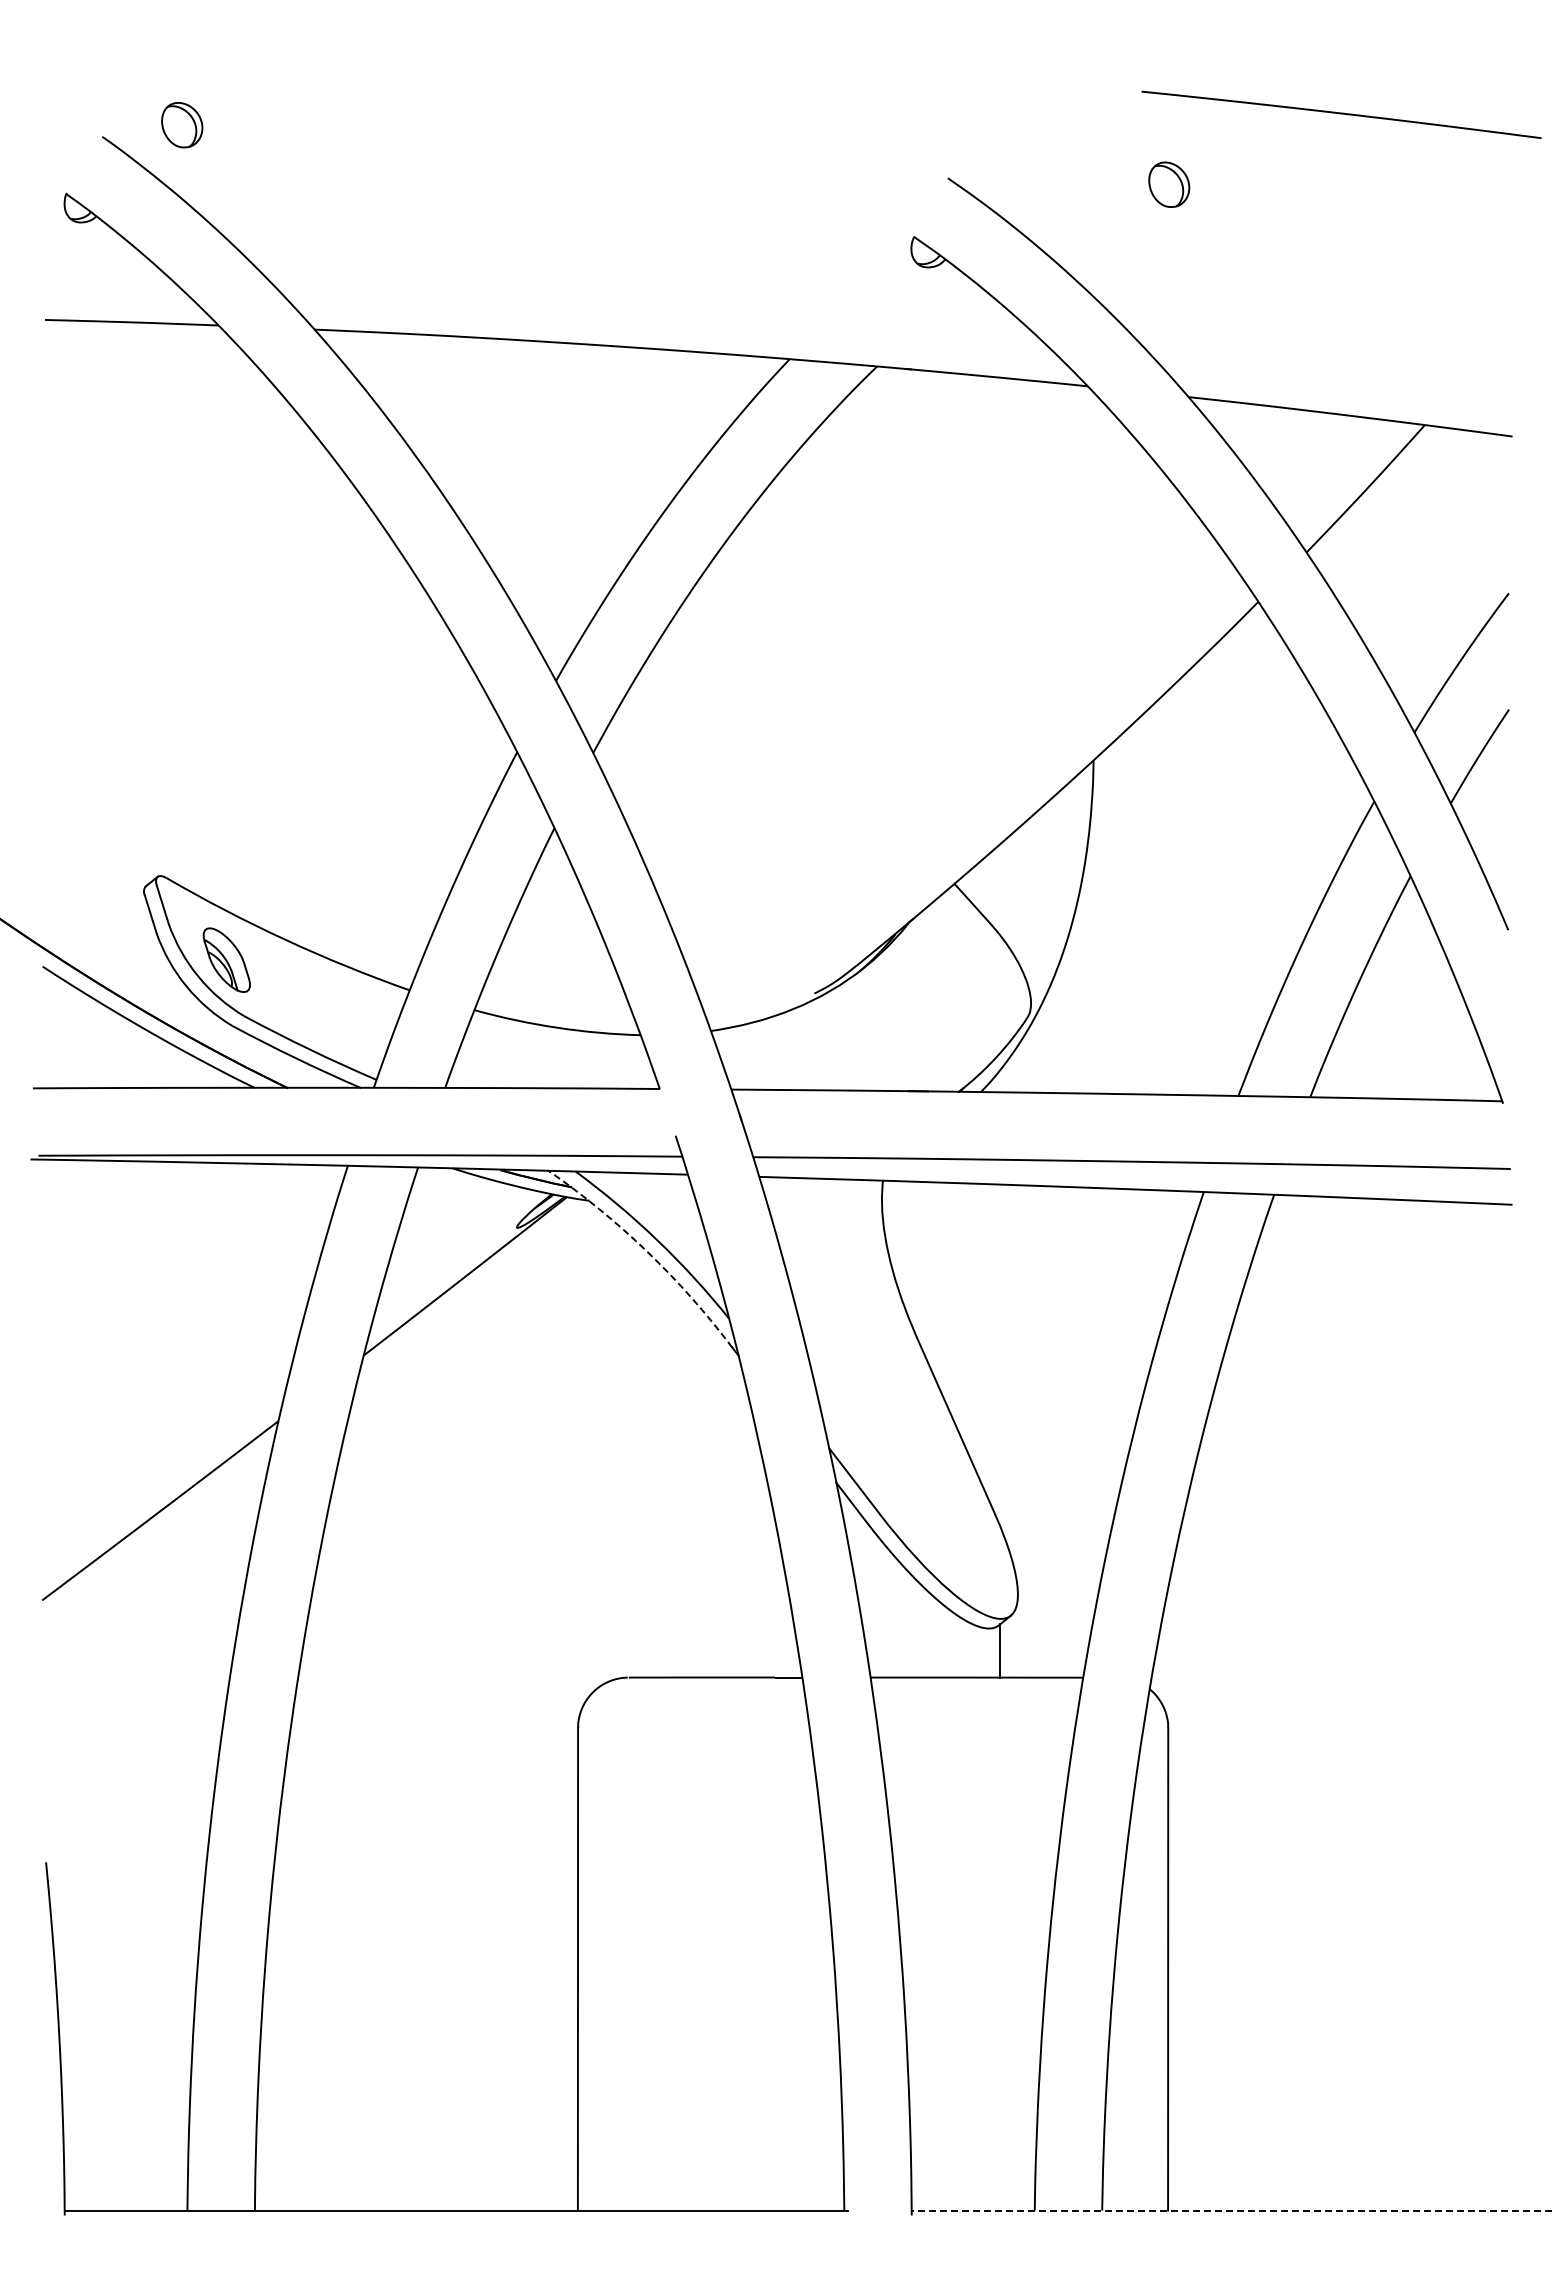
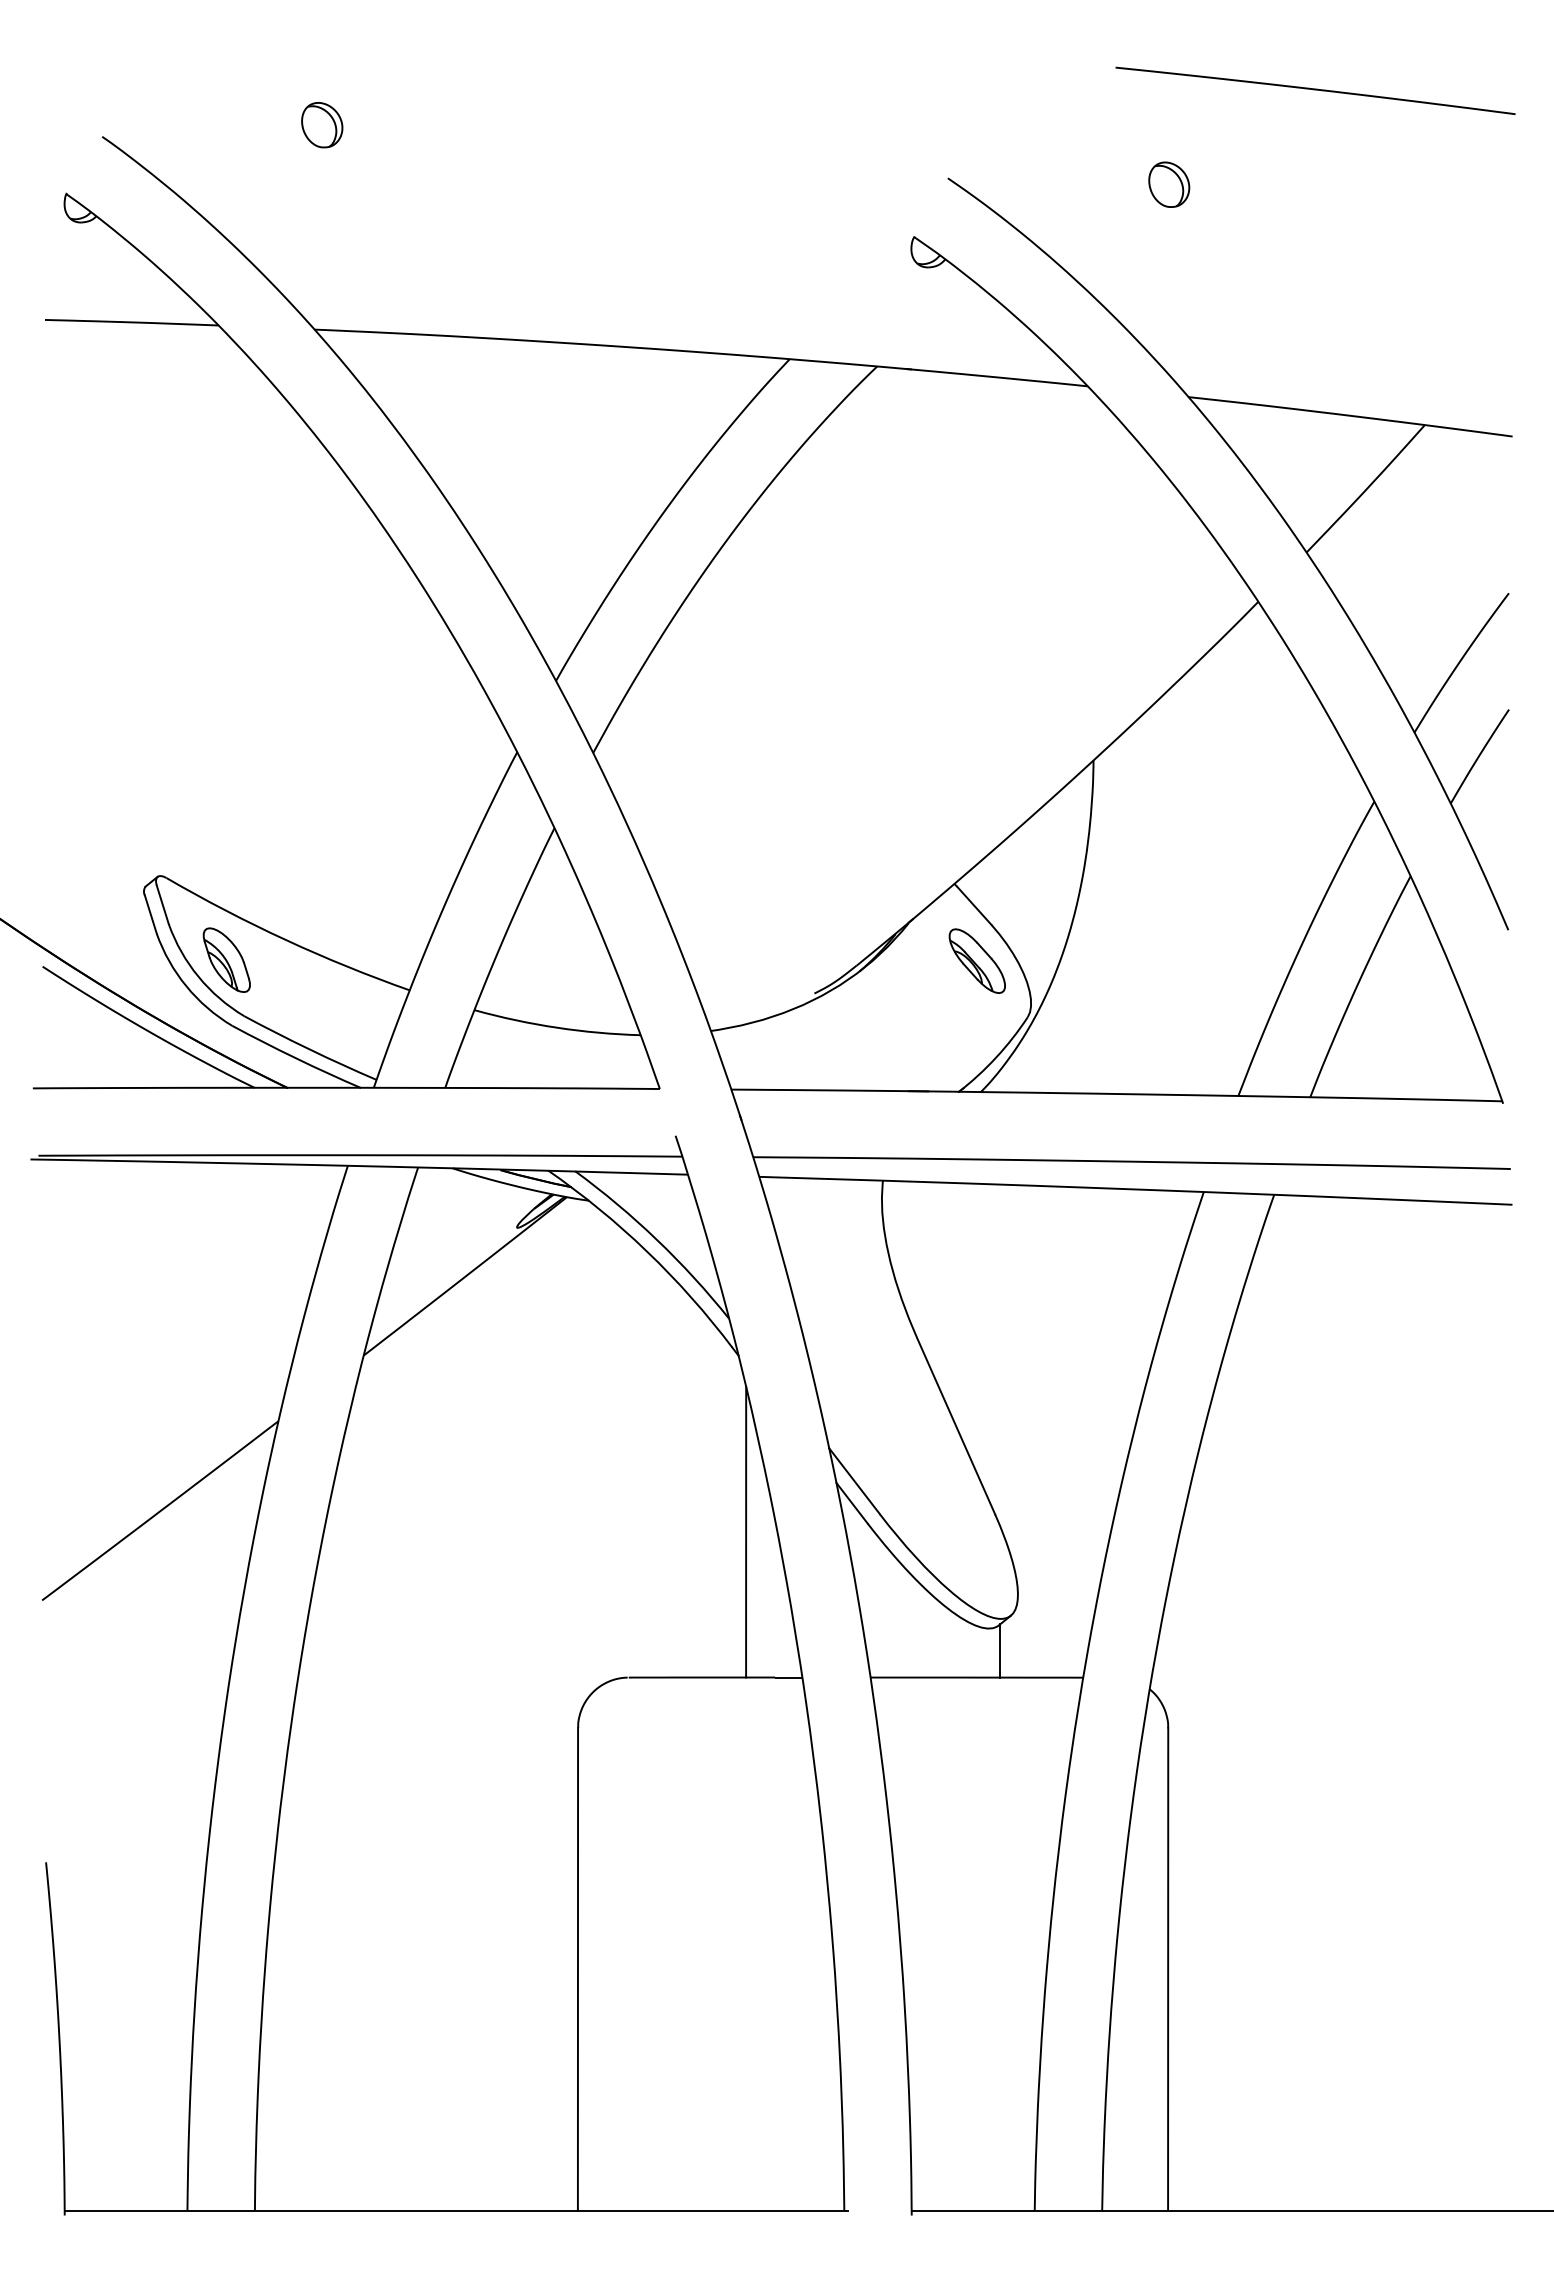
curve at (1341, 114) position: (1341, 114) -> (1315, 90)
part at (182, 125) position: (182, 125) -> (322, 125)
part at (976, 960): none -> present
arc at (647, 1251): dashed -> solid
line at (746, 1531): none -> present
line at (1232, 2210): dashed -> solid
